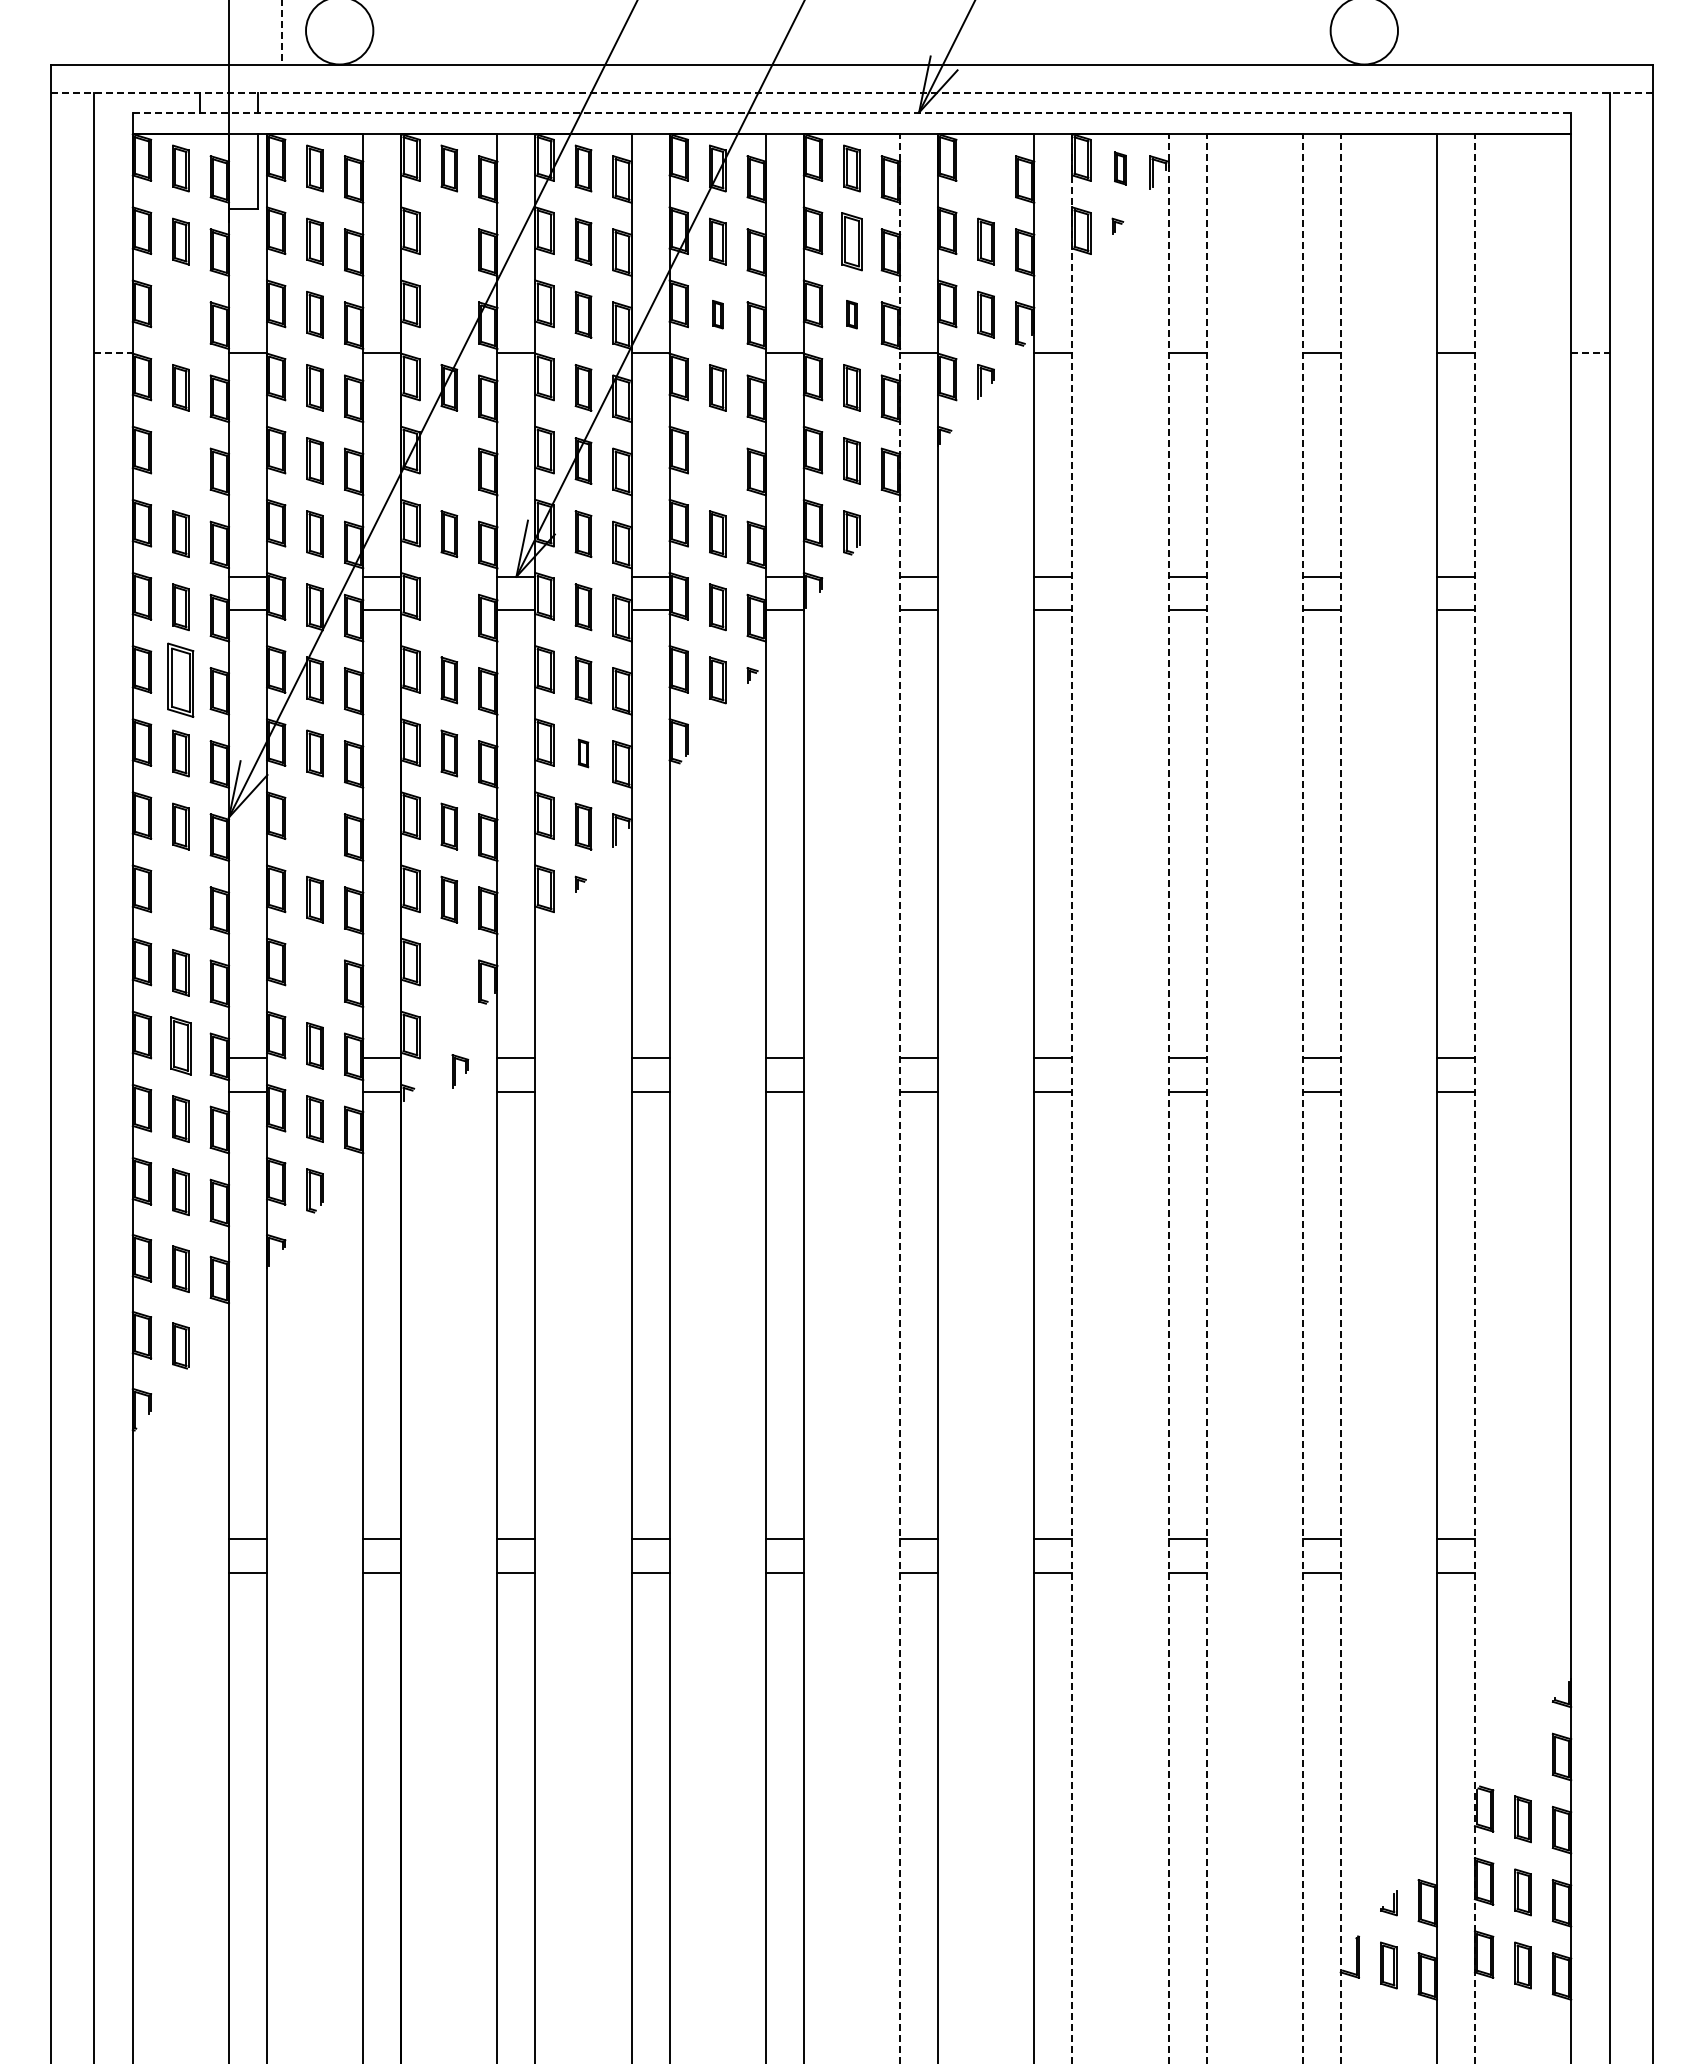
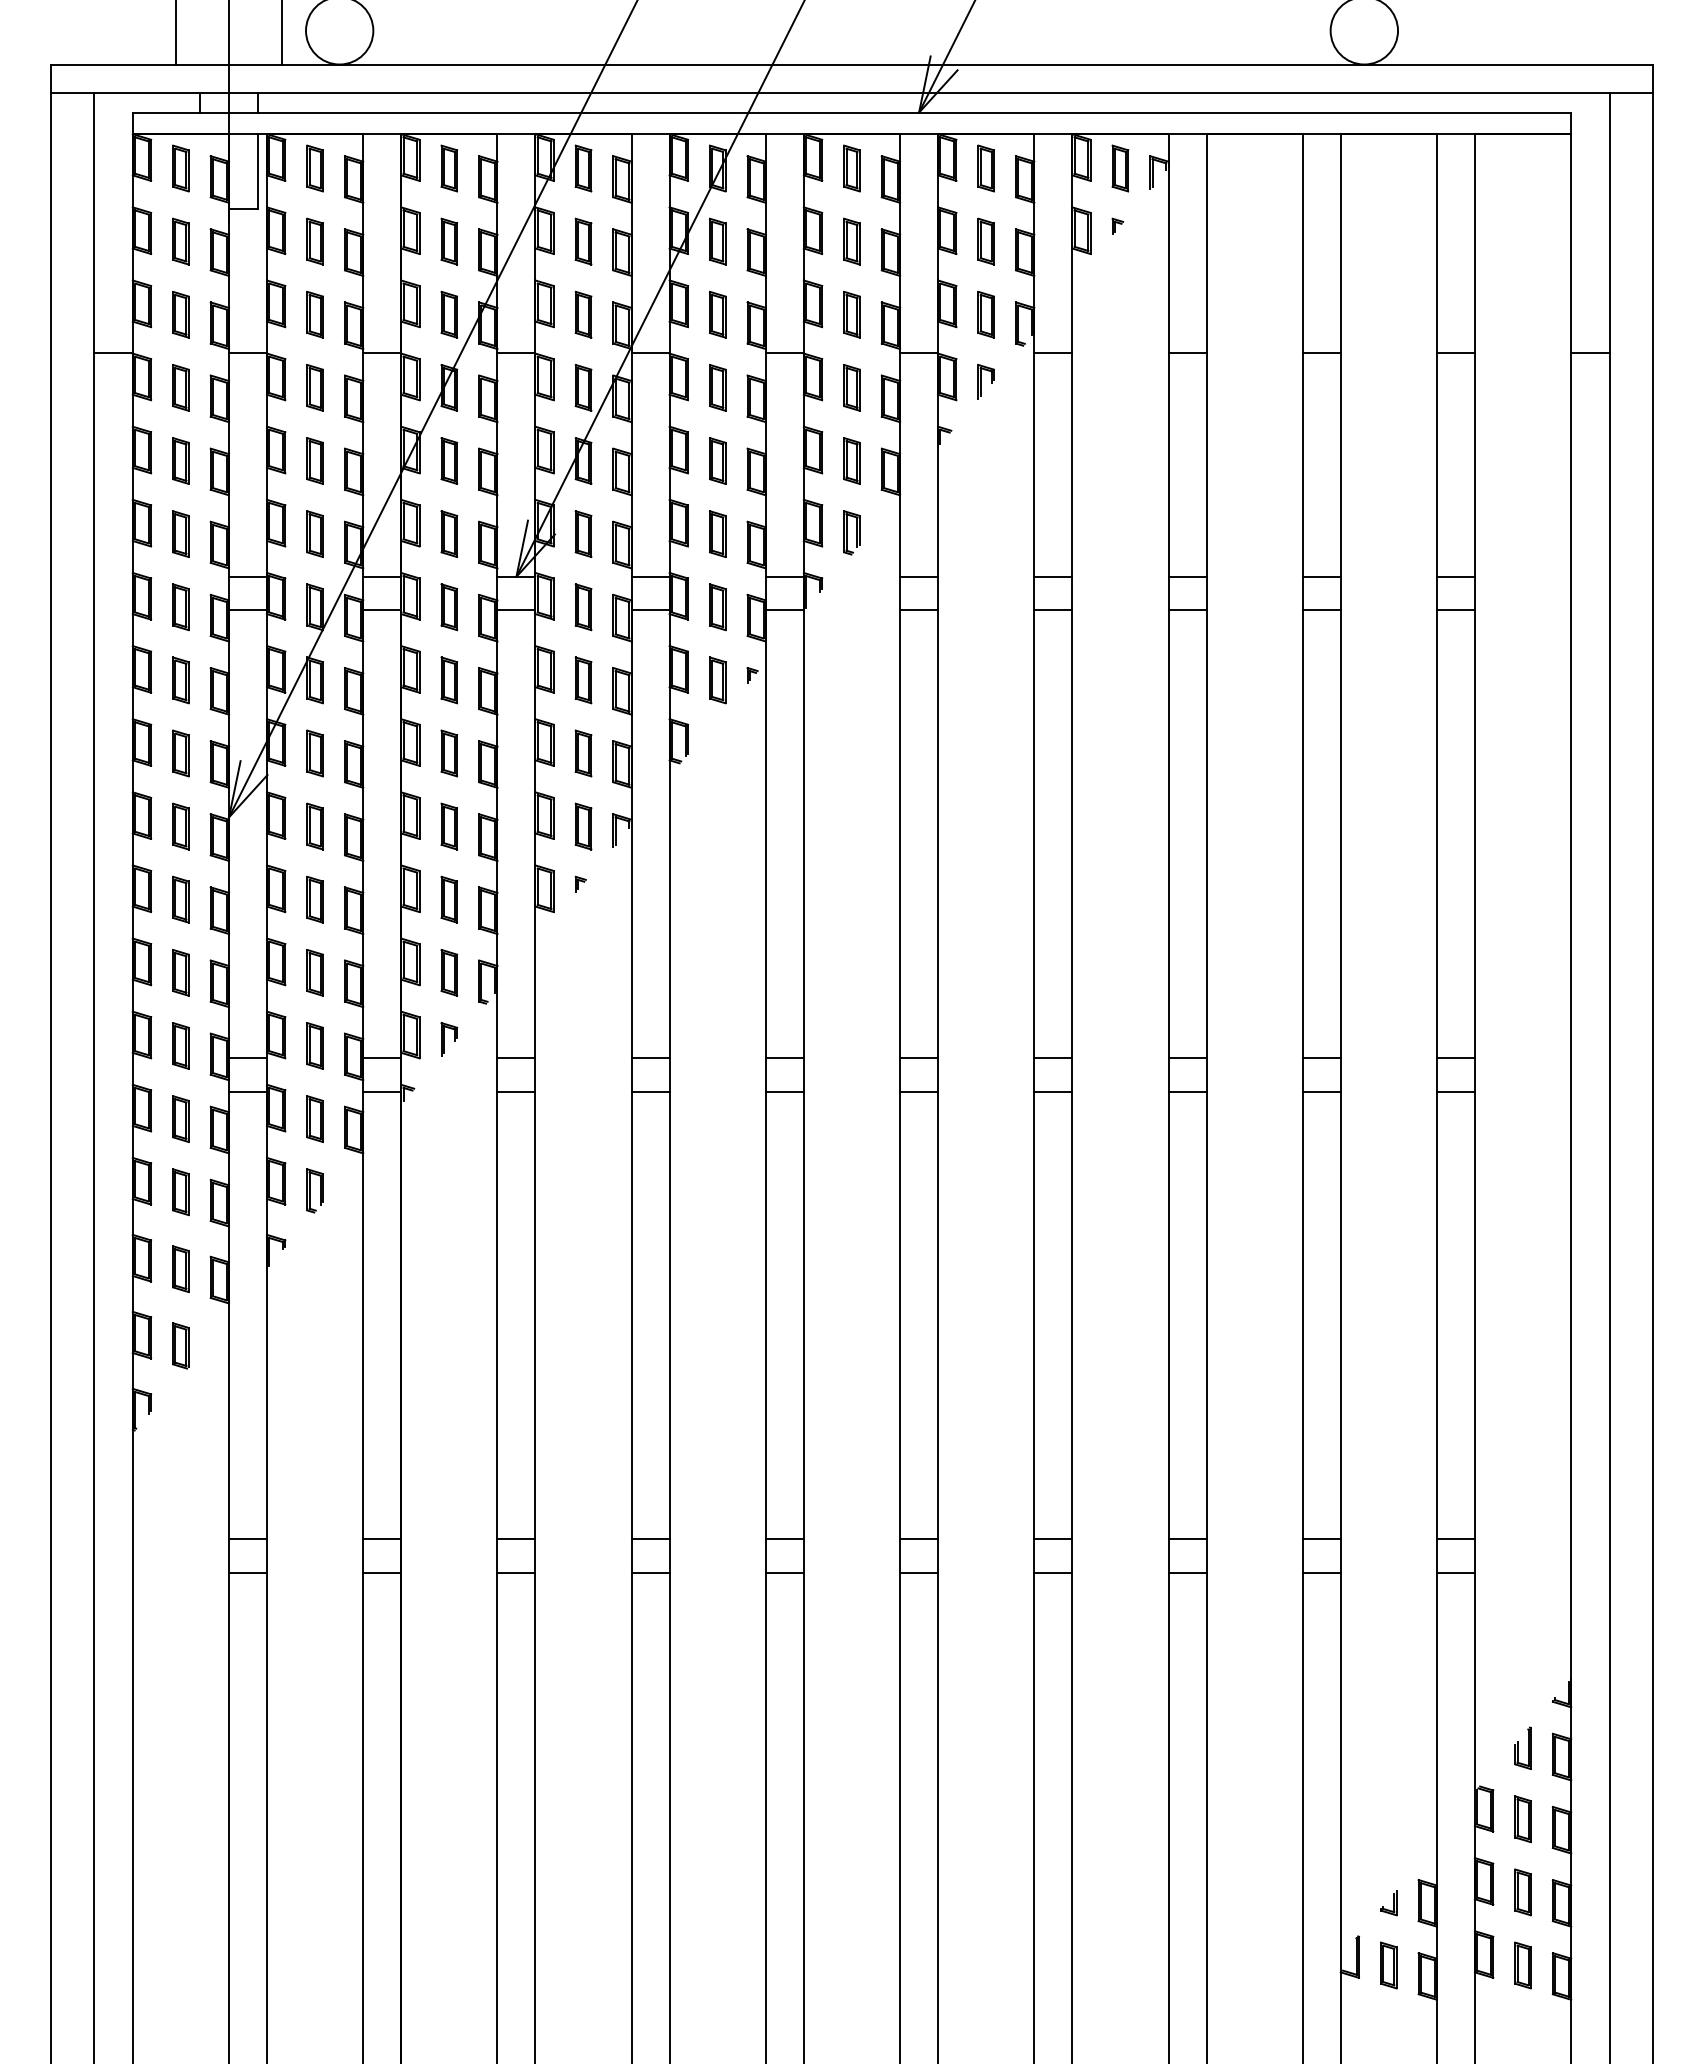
line at (281, 32): dashed -> solid
line at (176, 33): none -> present
line at (852, 93): dashed -> solid
line at (852, 112): dashed -> solid
part at (985, 168): none -> present
part at (1120, 168) size: 13x35 px -> 19x49 px
part at (449, 241): none -> present
part at (851, 241) size: 22x60 px -> 18x49 px
part at (180, 314): none -> present
part at (449, 314): none -> present
part at (717, 314) size: 12x30 px -> 18x49 px
part at (851, 314) size: 12x30 px -> 18x49 px
line at (114, 353): dashed -> solid
line at (1590, 353): dashed -> solid
part at (180, 460): none -> present
part at (449, 460): none -> present
part at (717, 460): none -> present
part at (449, 607): none -> present
part at (180, 679) size: 28x76 px -> 18x49 px
part at (583, 753) size: 13x31 px -> 19x49 px
part at (314, 826): none -> present
part at (180, 899): none -> present
part at (314, 972): none -> present
part at (449, 972): none -> present
part at (180, 1045) size: 22x60 px -> 18x48 px
part at (460, 1071) position: (460, 1071) -> (449, 1039)
line at (900, 1098): dashed -> solid
line at (1072, 1098): dashed -> solid
line at (1168, 1098): dashed -> solid
line at (1206, 1098): dashed -> solid
line at (1302, 1098): dashed -> solid
line at (1340, 1098): dashed -> solid
line at (1474, 1098): dashed -> solid
part at (1522, 1747): none -> present
